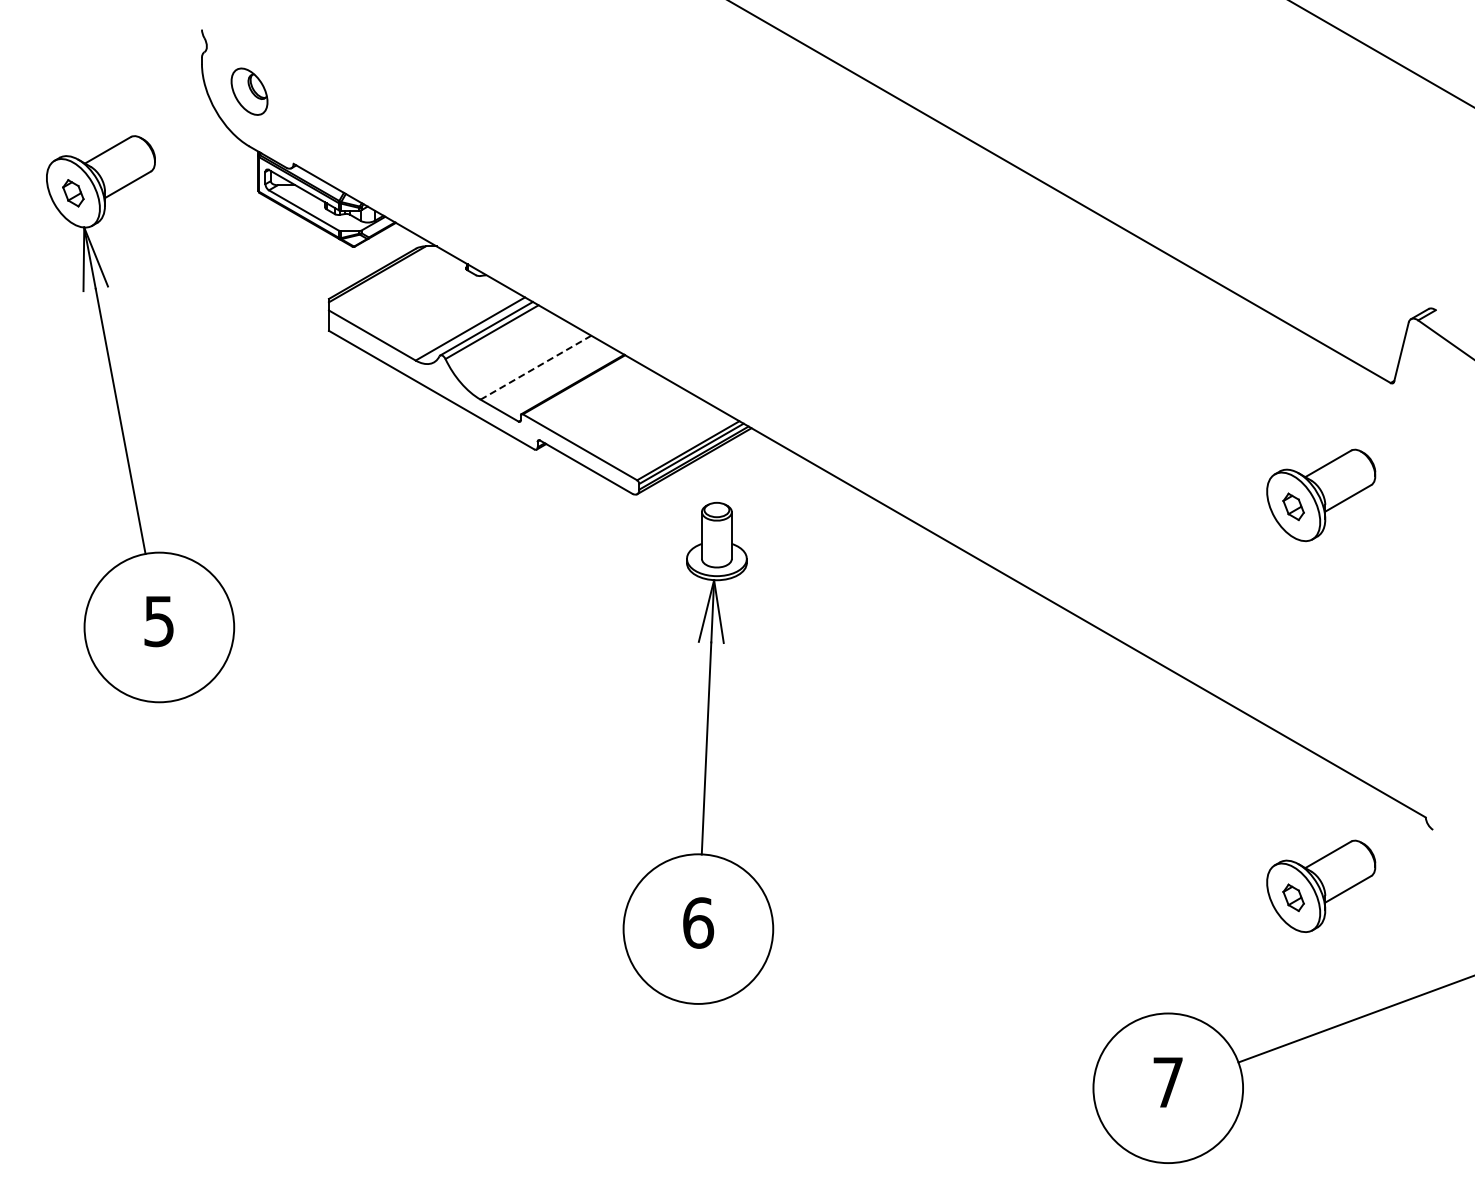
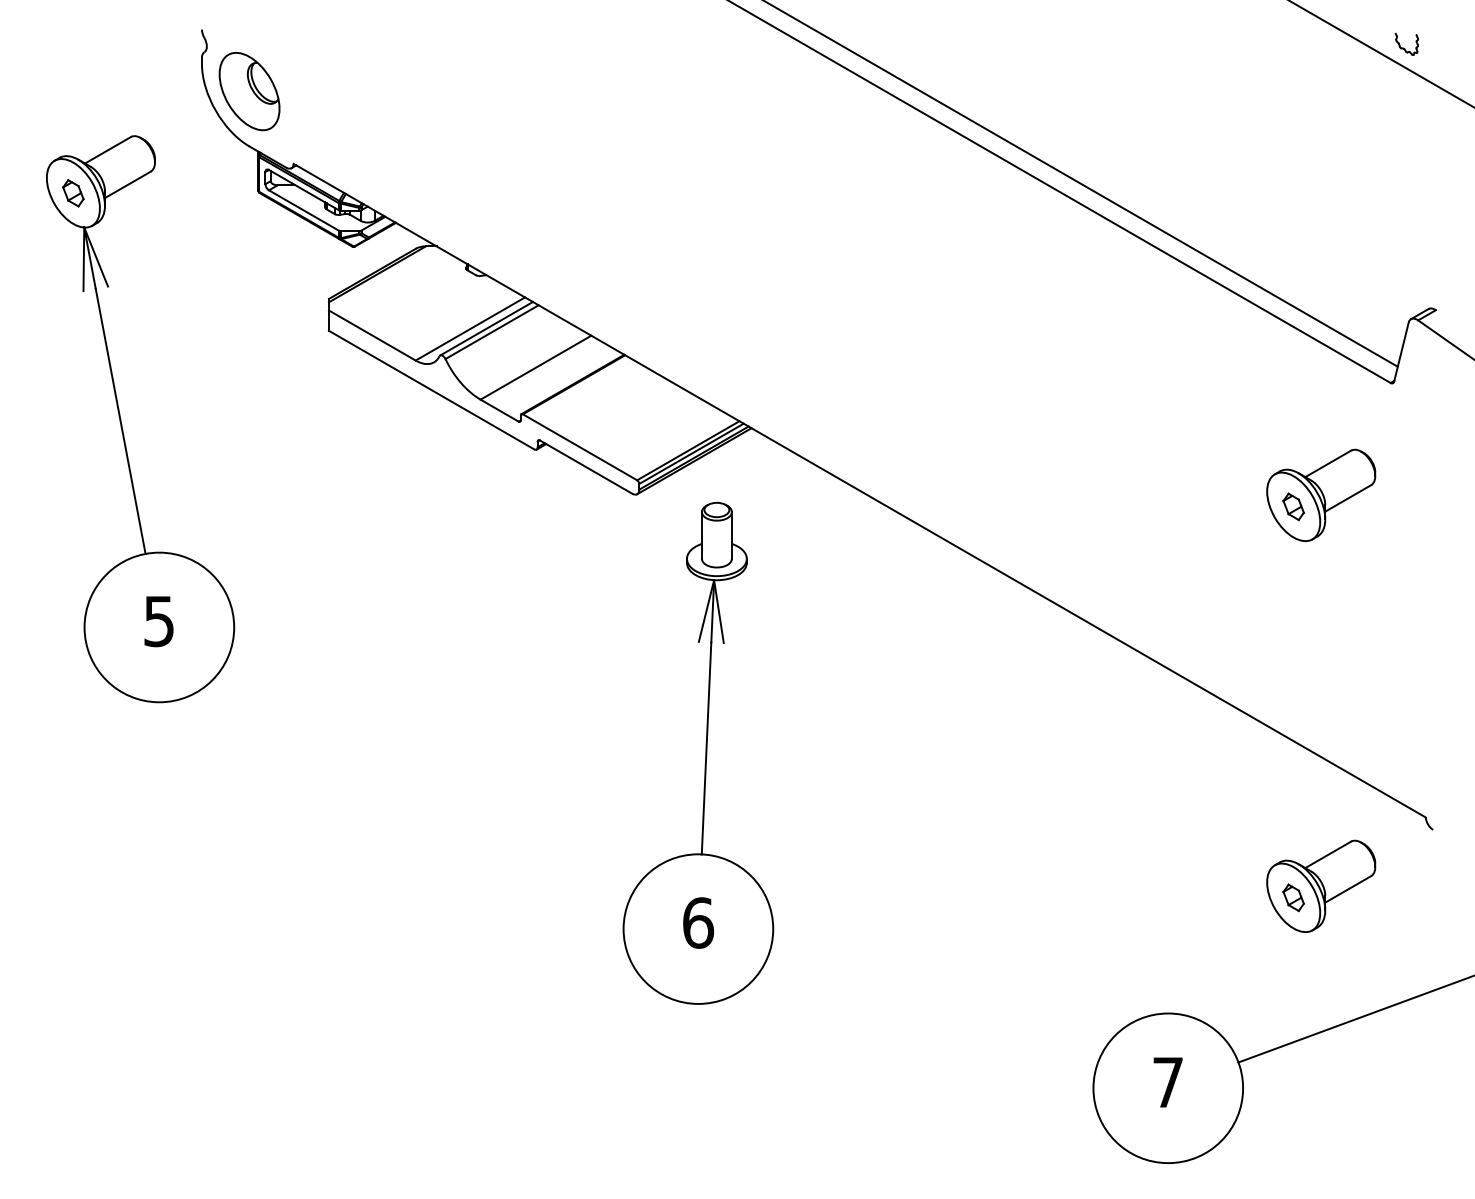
part at (1406, 43): none -> present
part at (249, 91) size: 39x49 px -> 63x80 px
line at (1081, 184): none -> present
line at (535, 367): dashed -> solid
